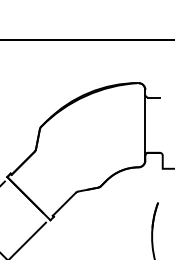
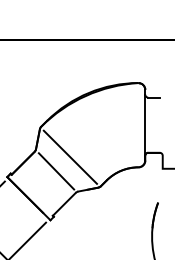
line at (70, 156): none -> present
line at (56, 171): none -> present
